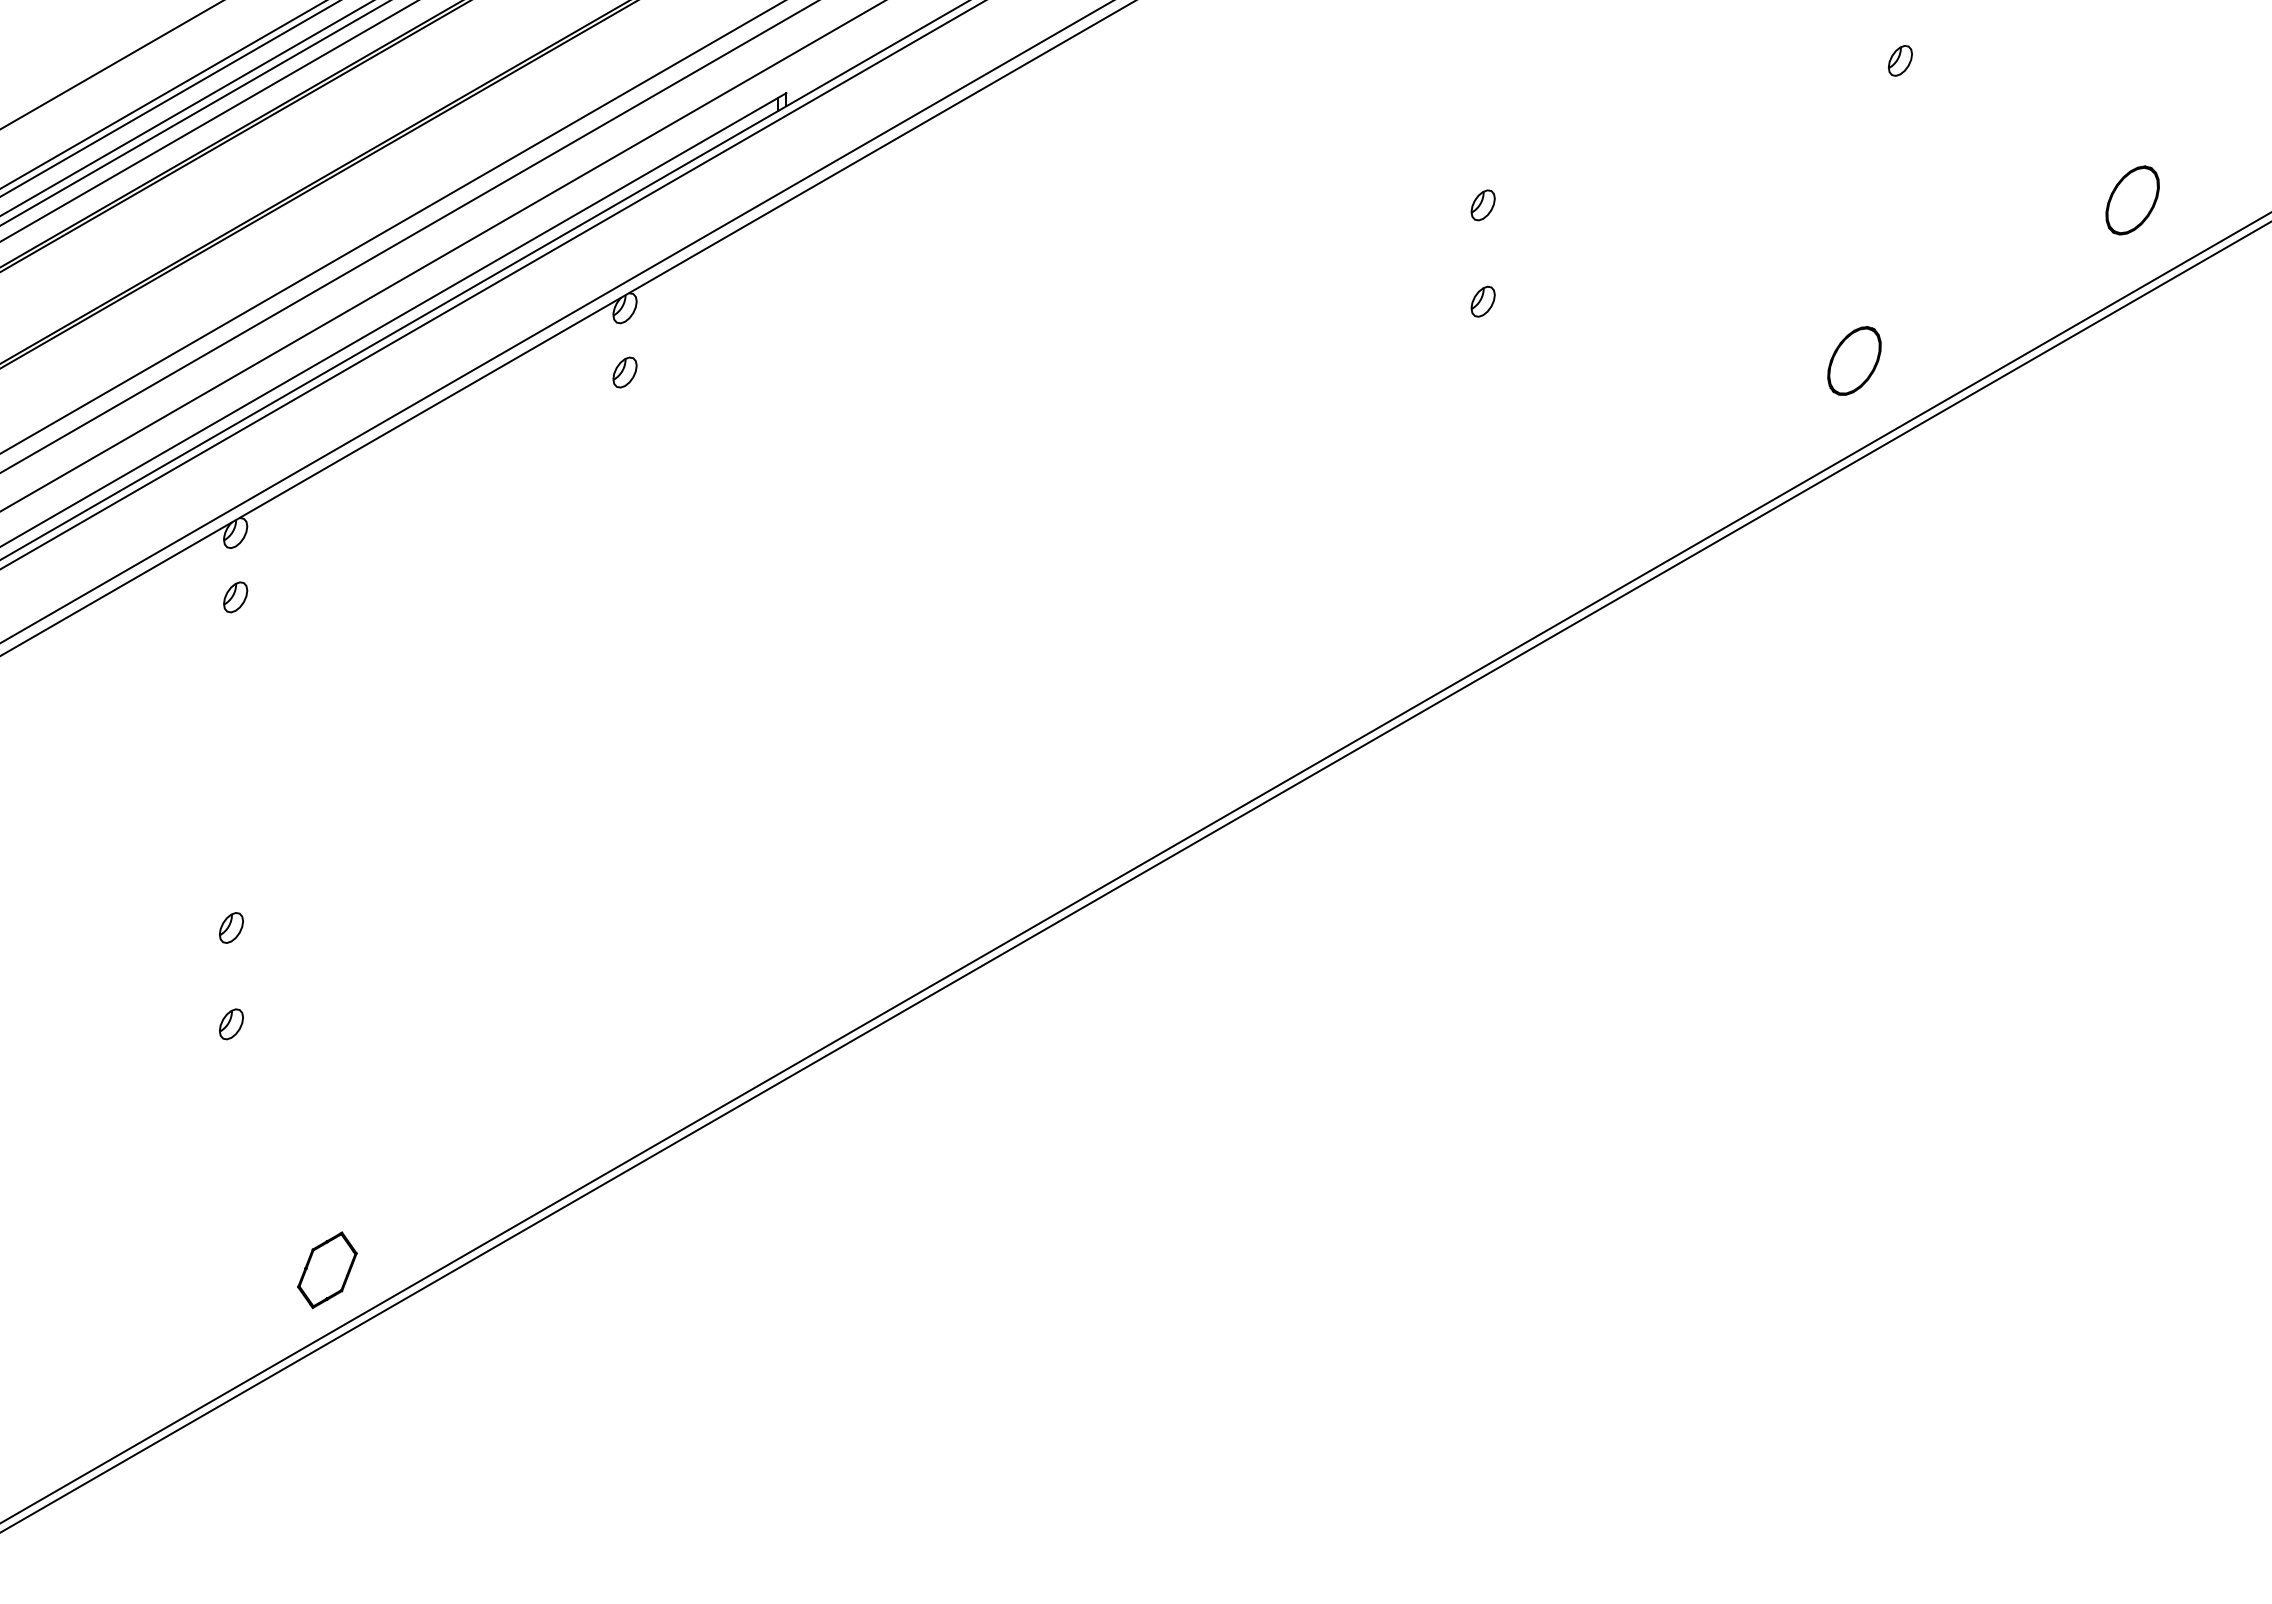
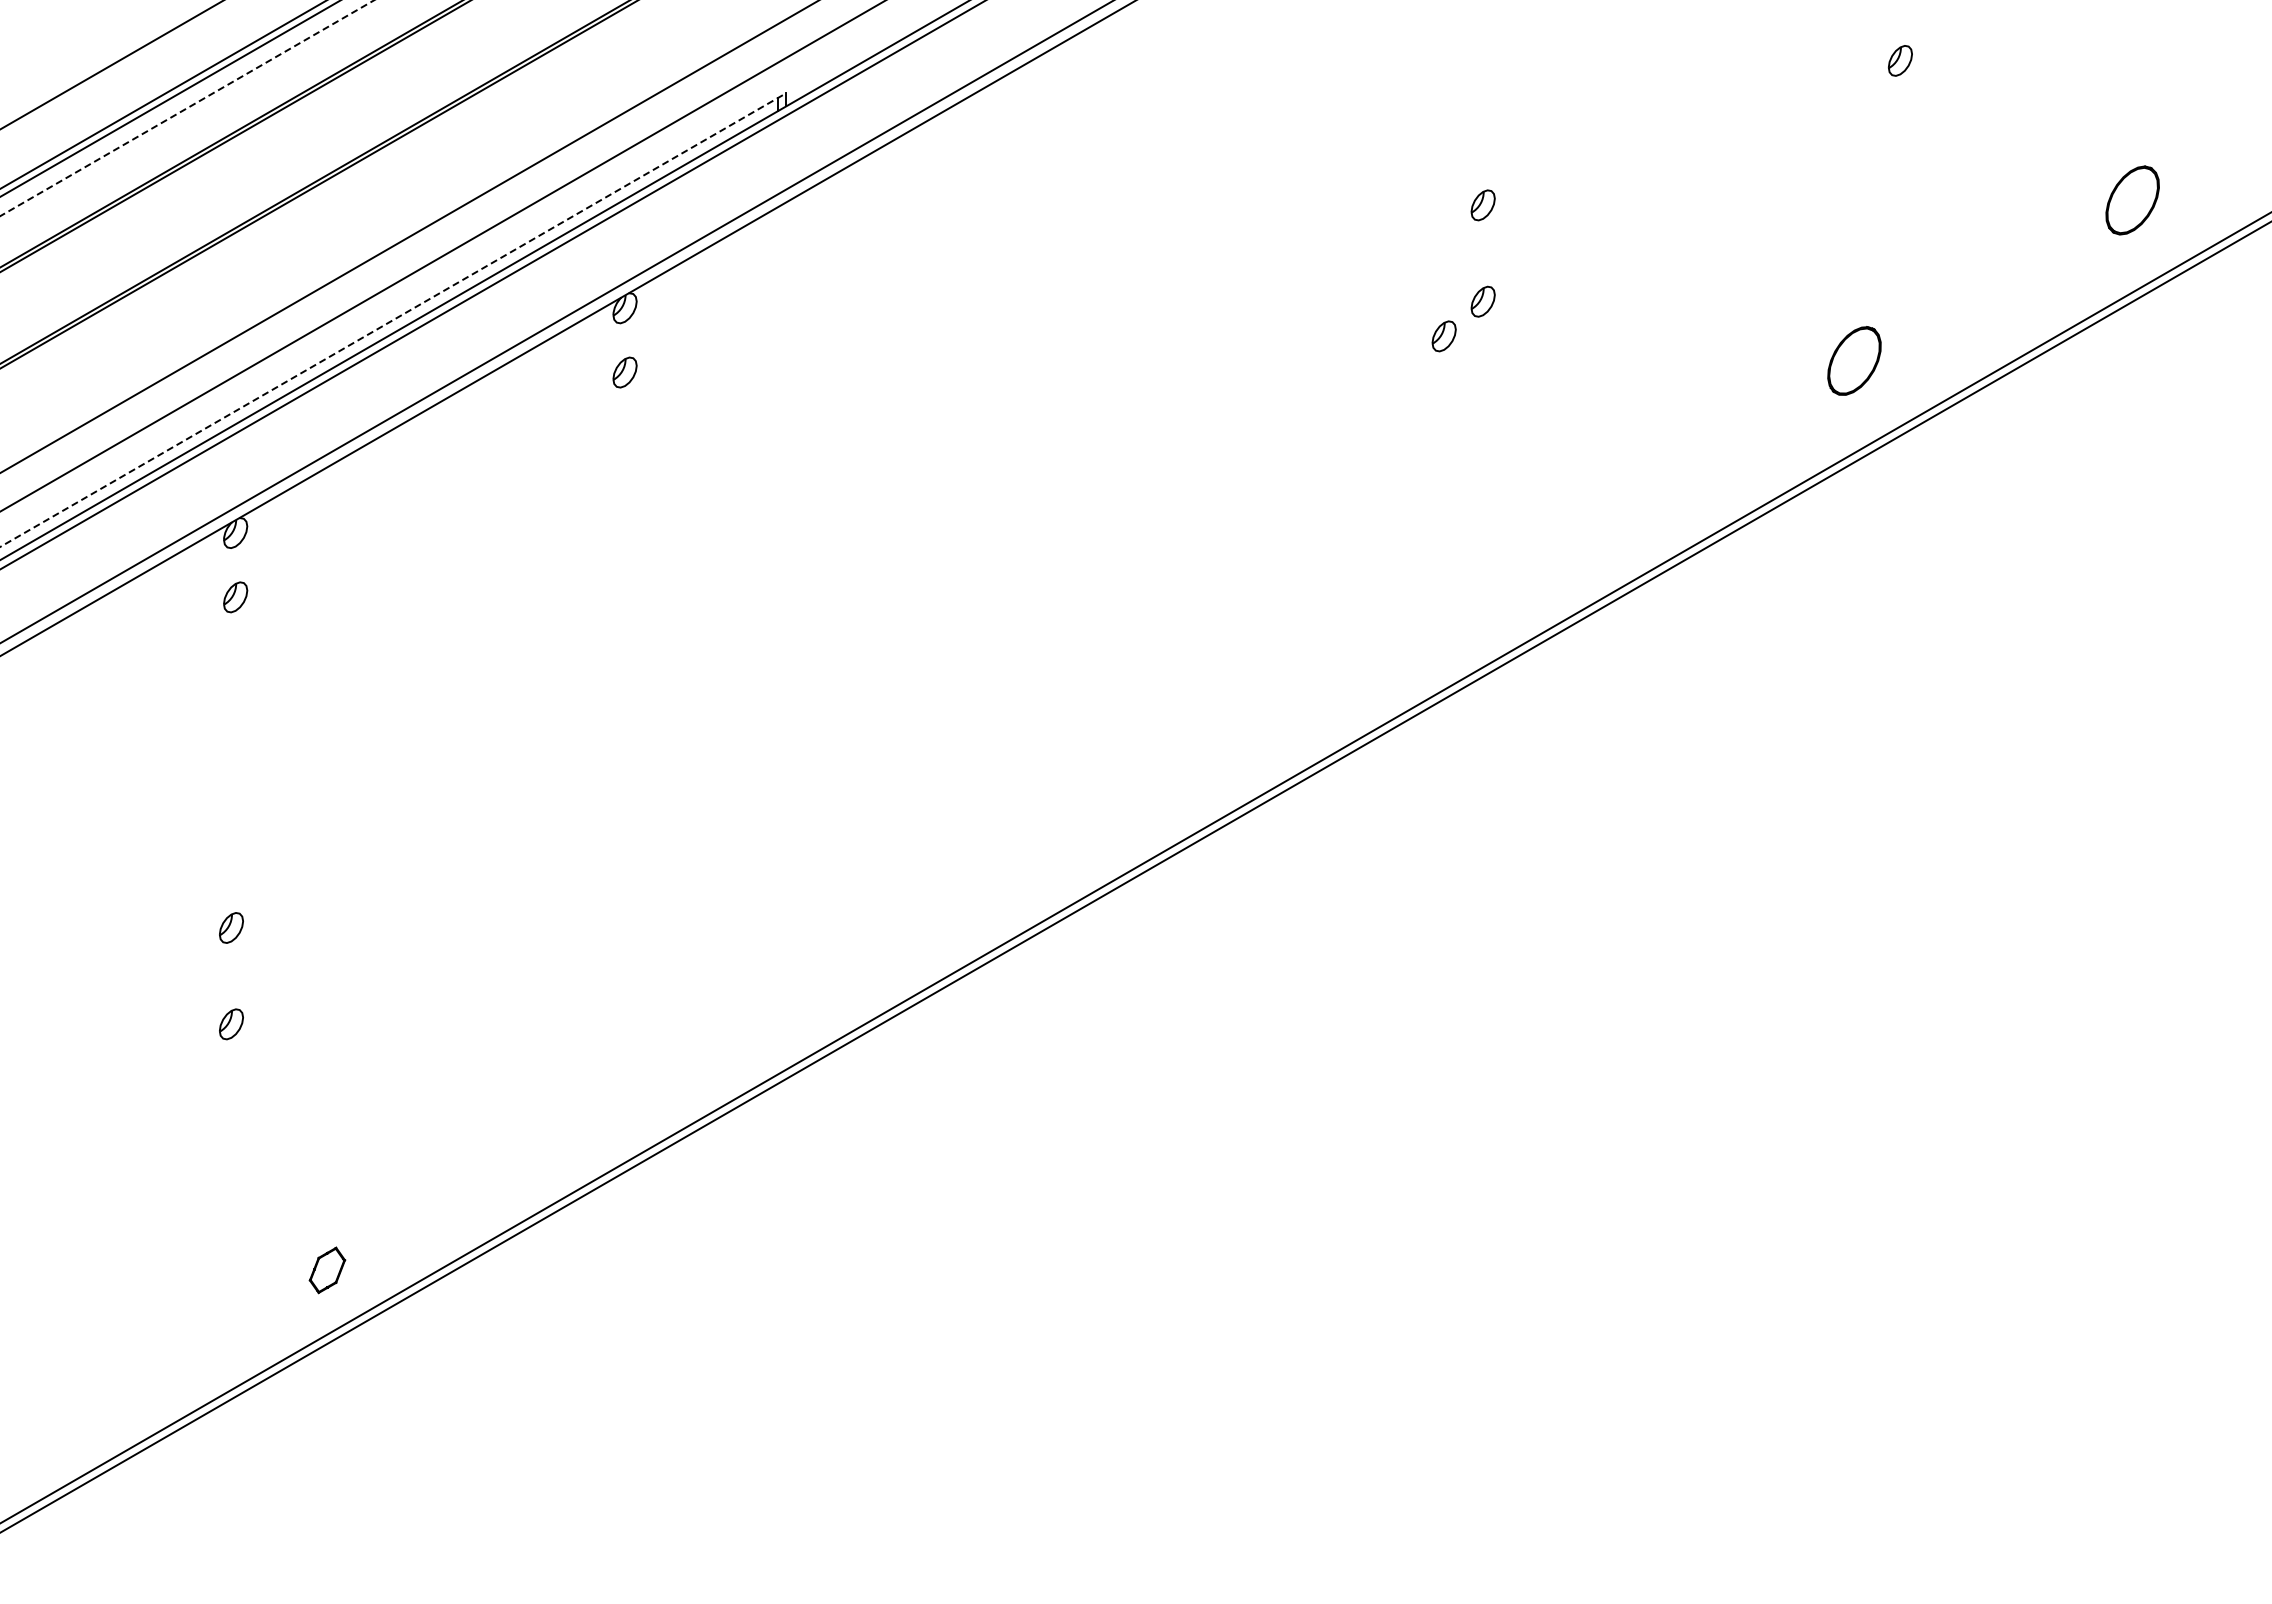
line at (187, 108): solid -> dashed
line at (194, 113): present -> none
line at (208, 121): present -> none
line at (392, 227): present -> none
line at (393, 319): solid -> dashed
part at (1443, 336): none -> present
part at (327, 1270) size: 61x79 px -> 39x49 px
